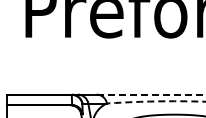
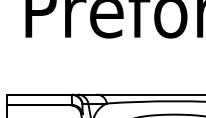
line at (151, 94): dashed -> solid
arc at (156, 101): dashed -> solid
